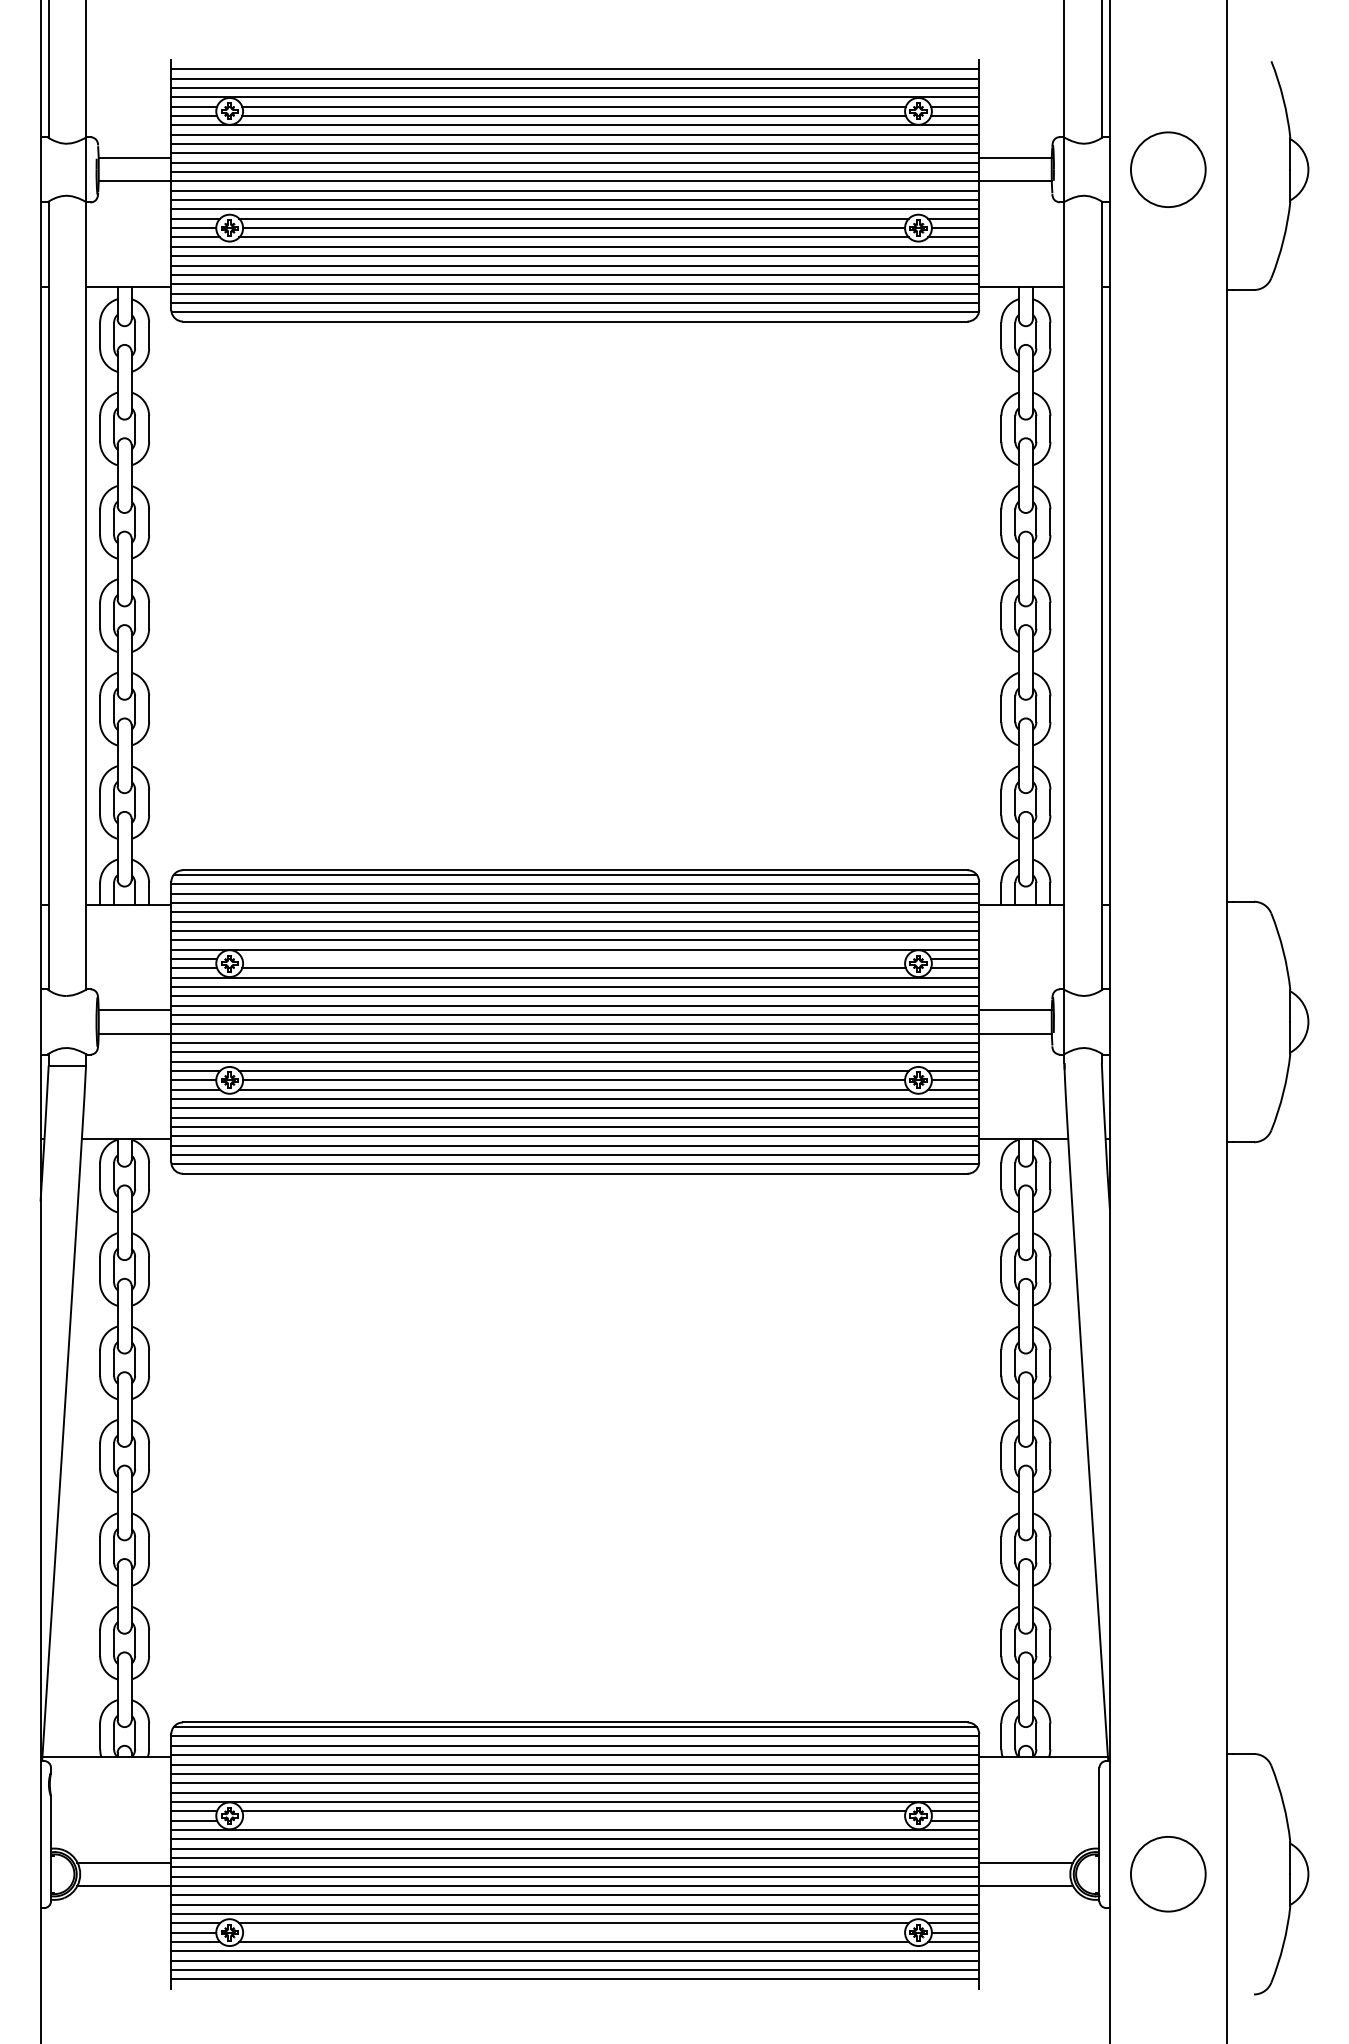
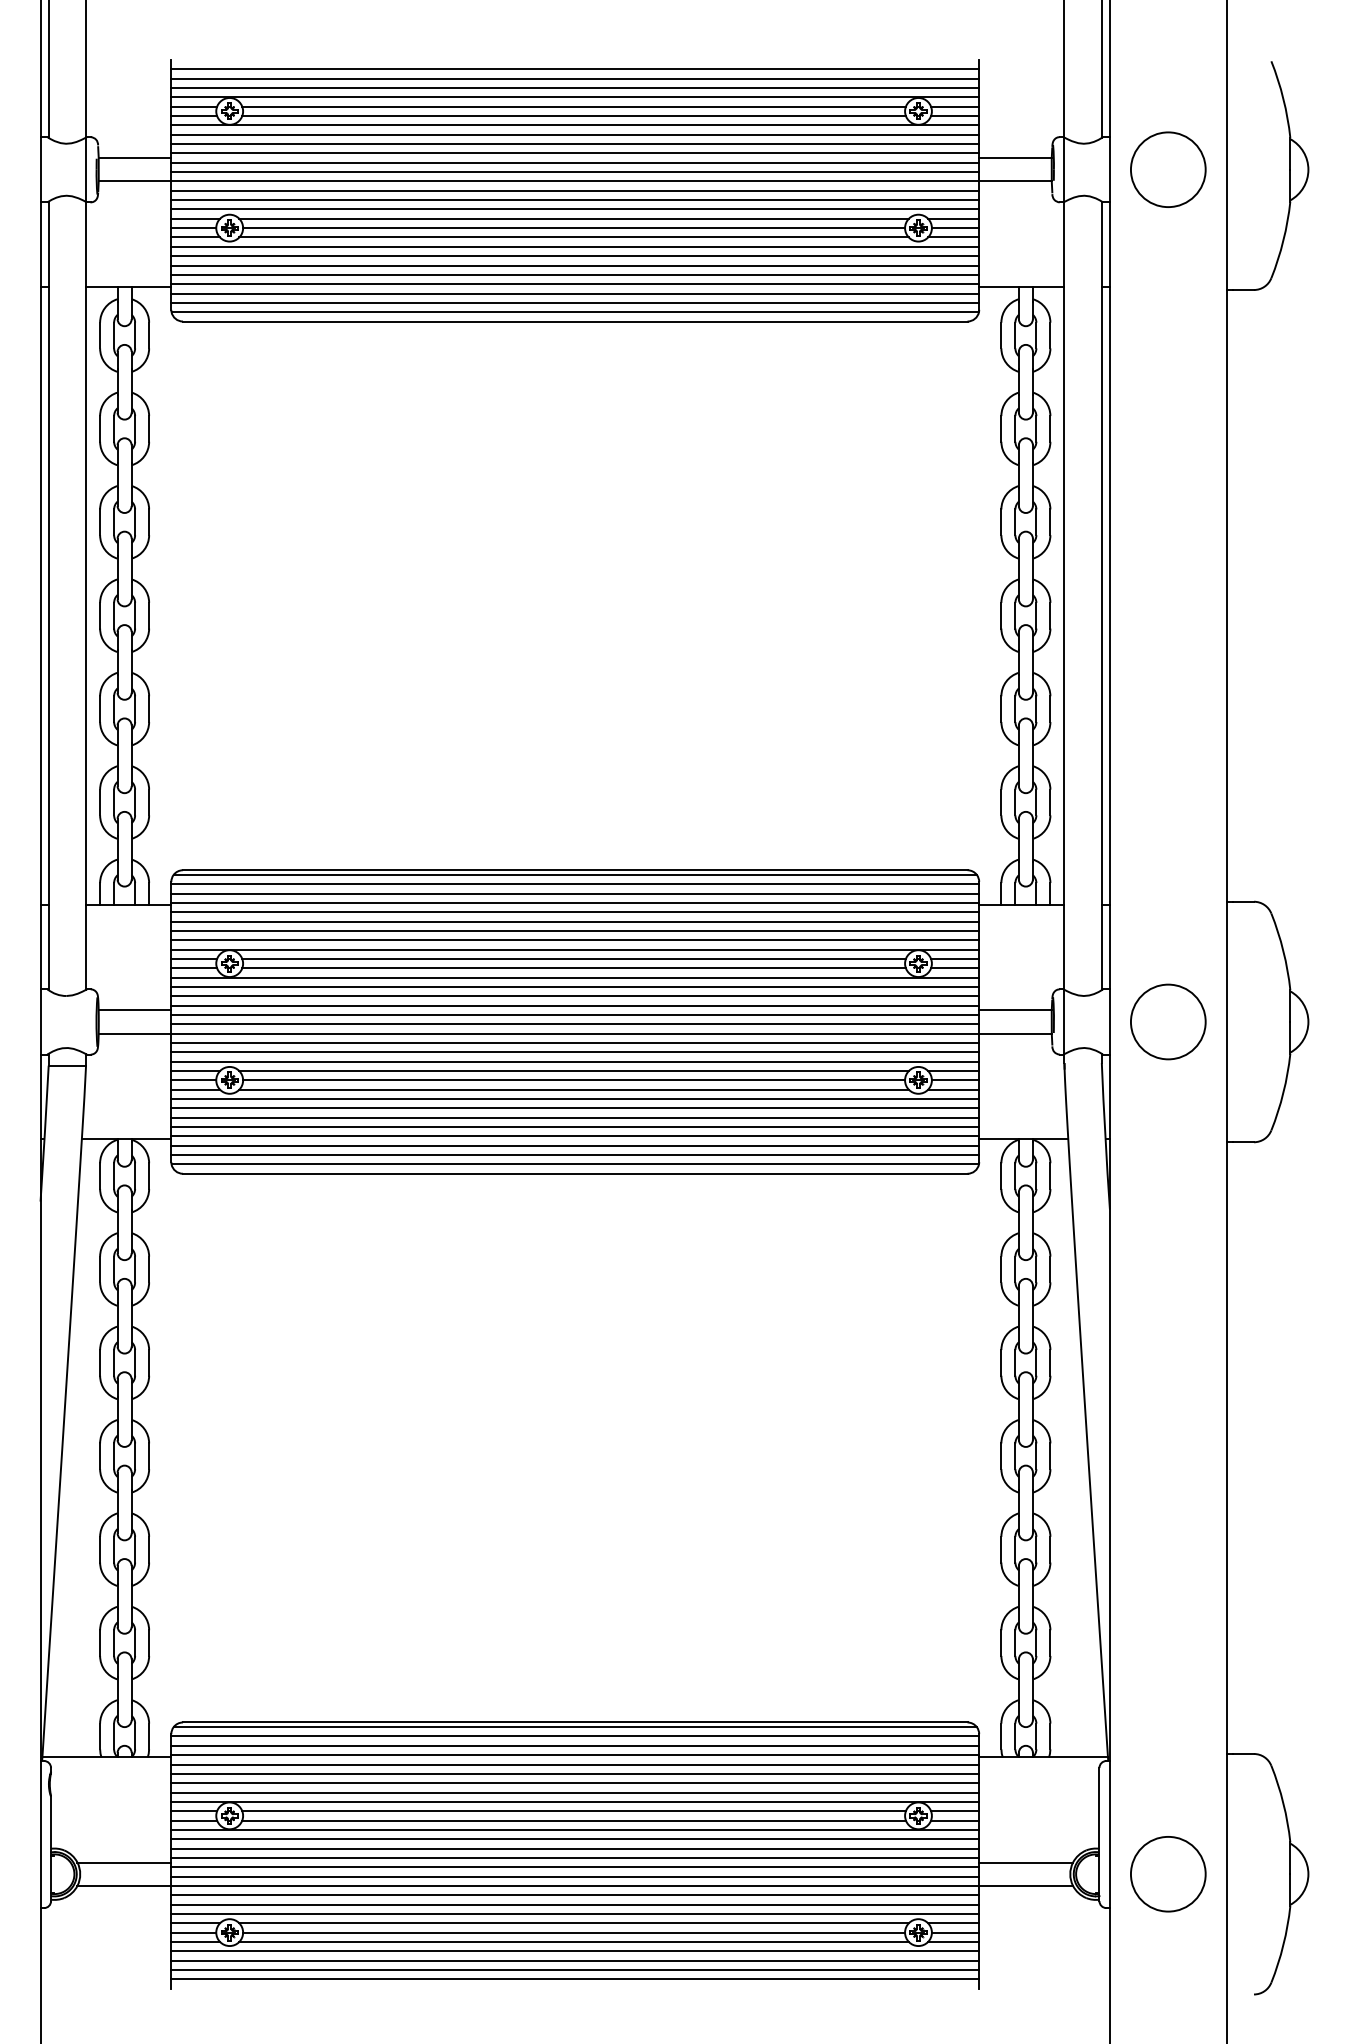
line at (573, 958): none -> present
circle at (1168, 1021): none -> present
line at (573, 1820): none -> present
line at (574, 1932): none -> present
